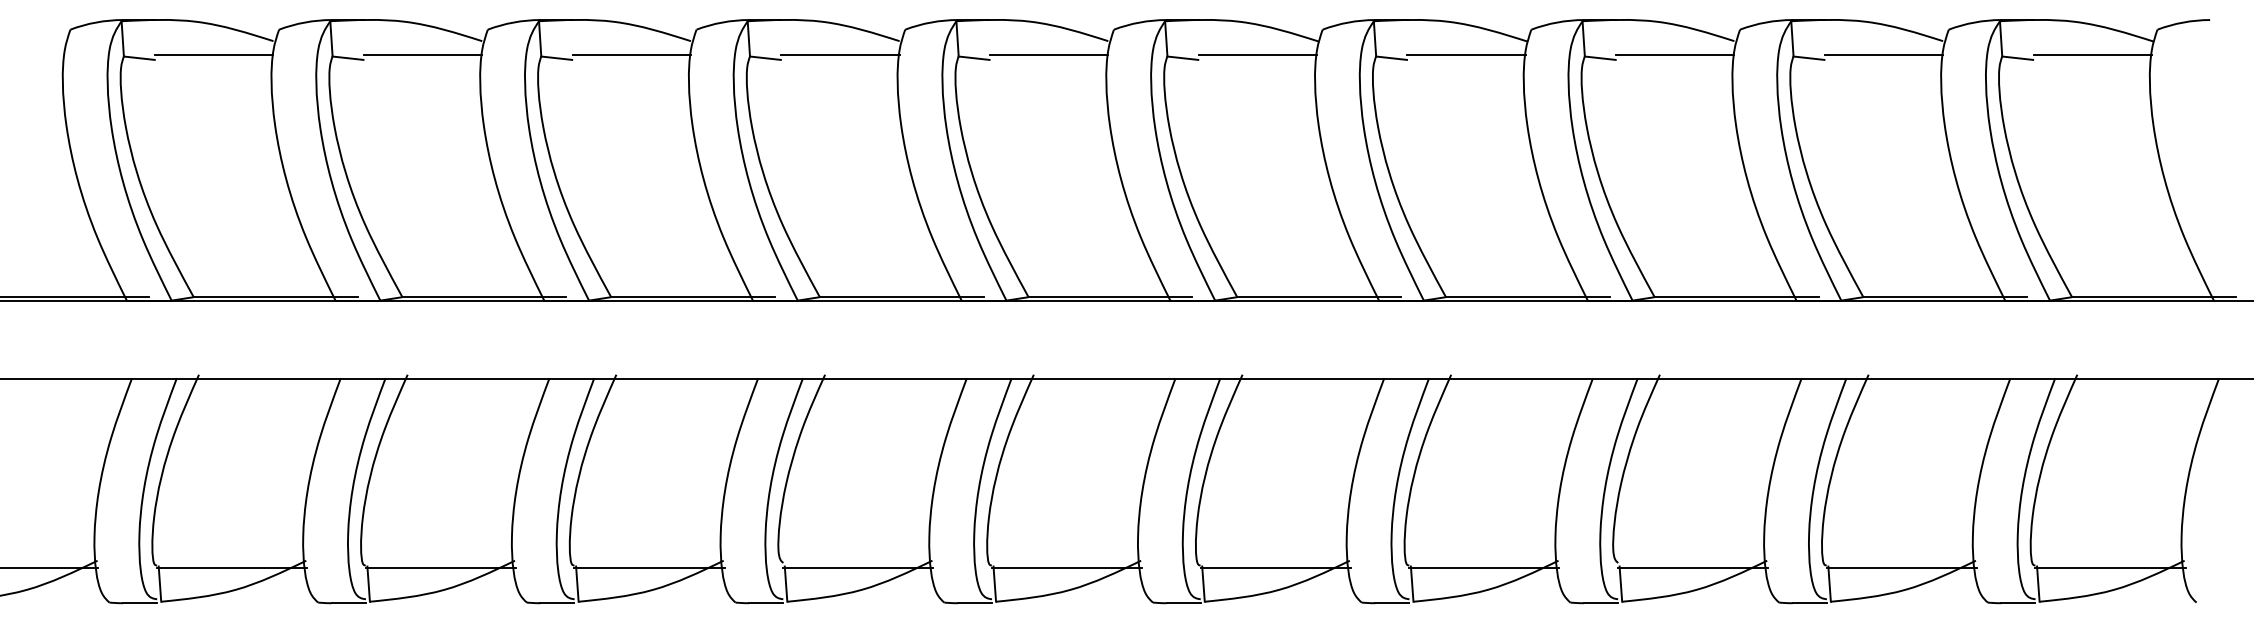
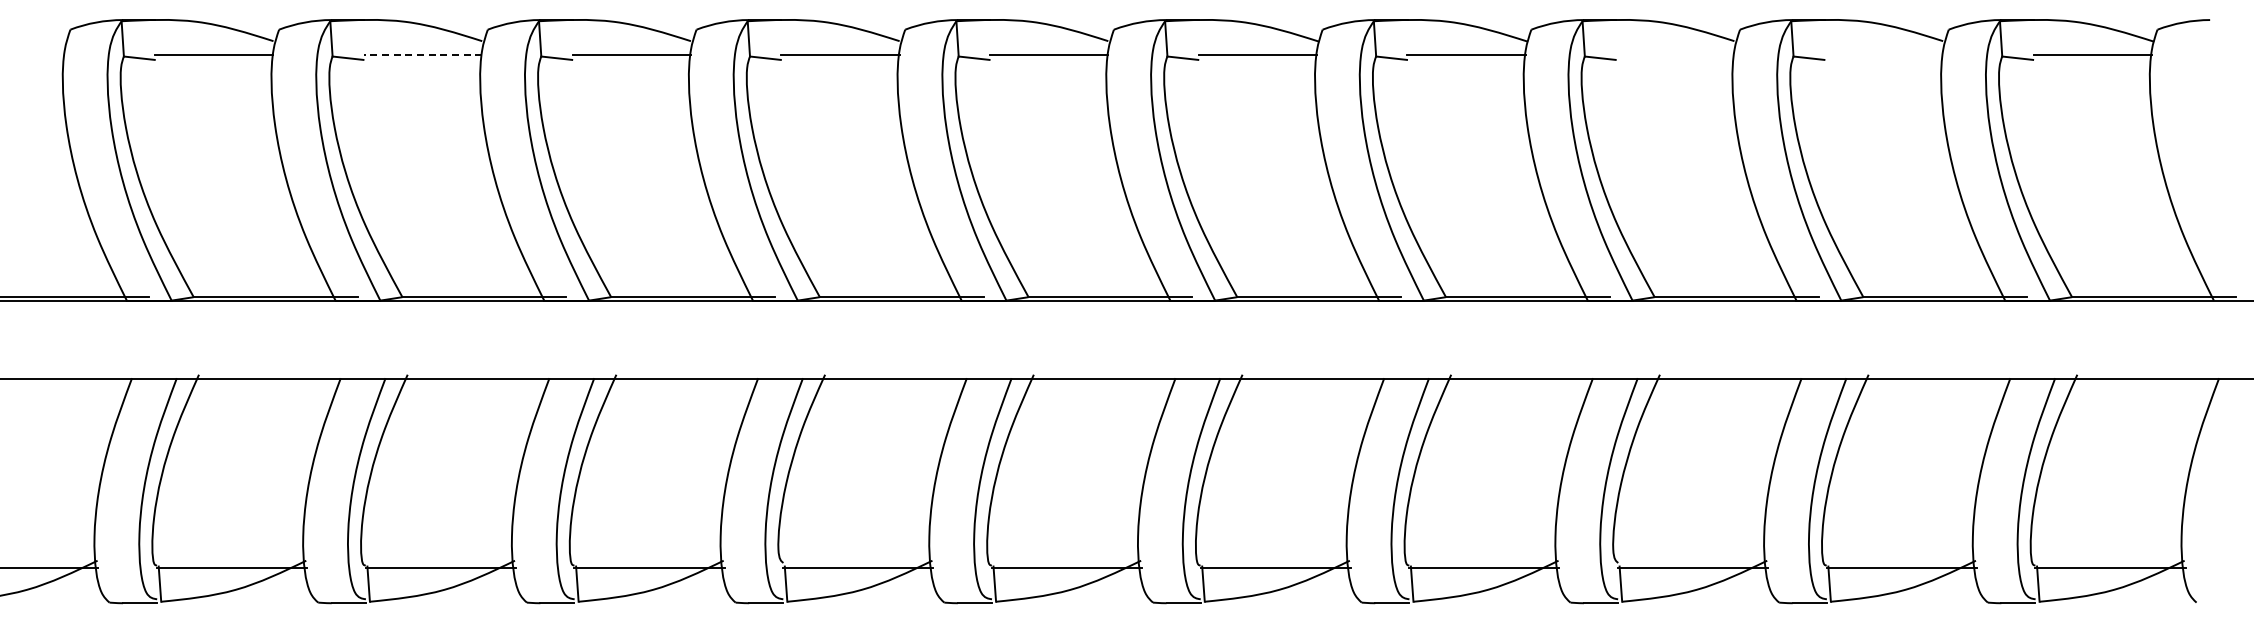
line at (422, 55): solid -> dashed
line at (1675, 55): present -> none
line at (1883, 55): present -> none
